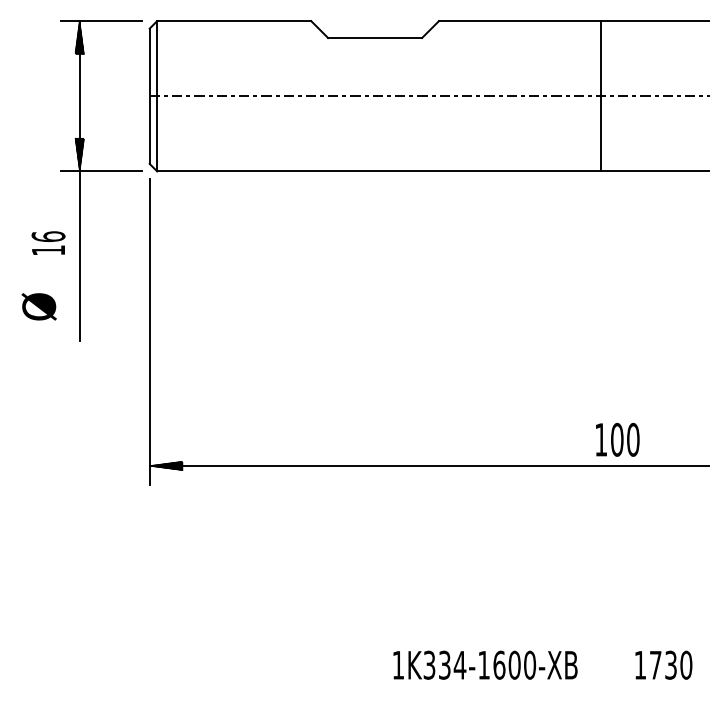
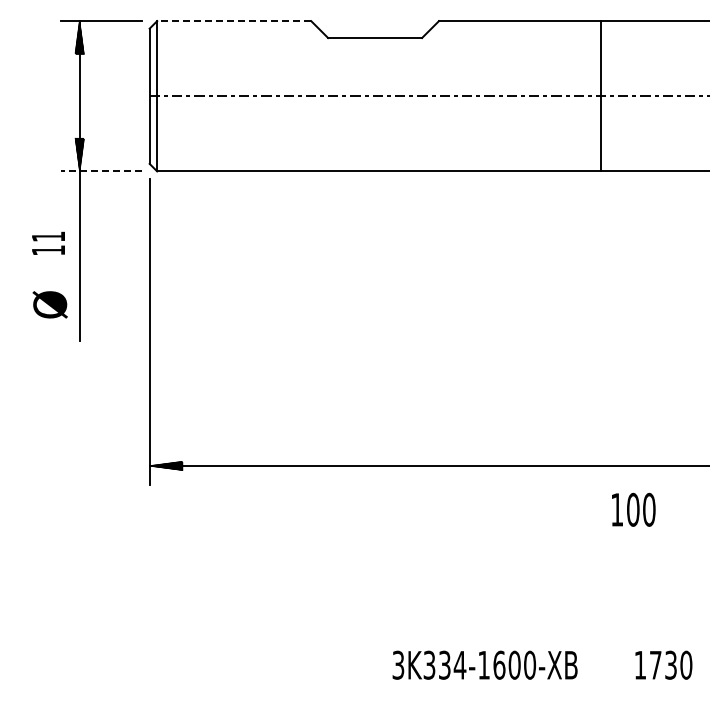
line at (233, 21): solid -> dashed
line at (101, 171): solid -> dashed
text at (48, 236): 16 -> 11
text at (38, 306) position: (38, 306) -> (49, 304)
text at (617, 439) position: (617, 439) -> (633, 509)
text at (398, 664): 1K334-1600-XB -> 3K334-1600-XB
